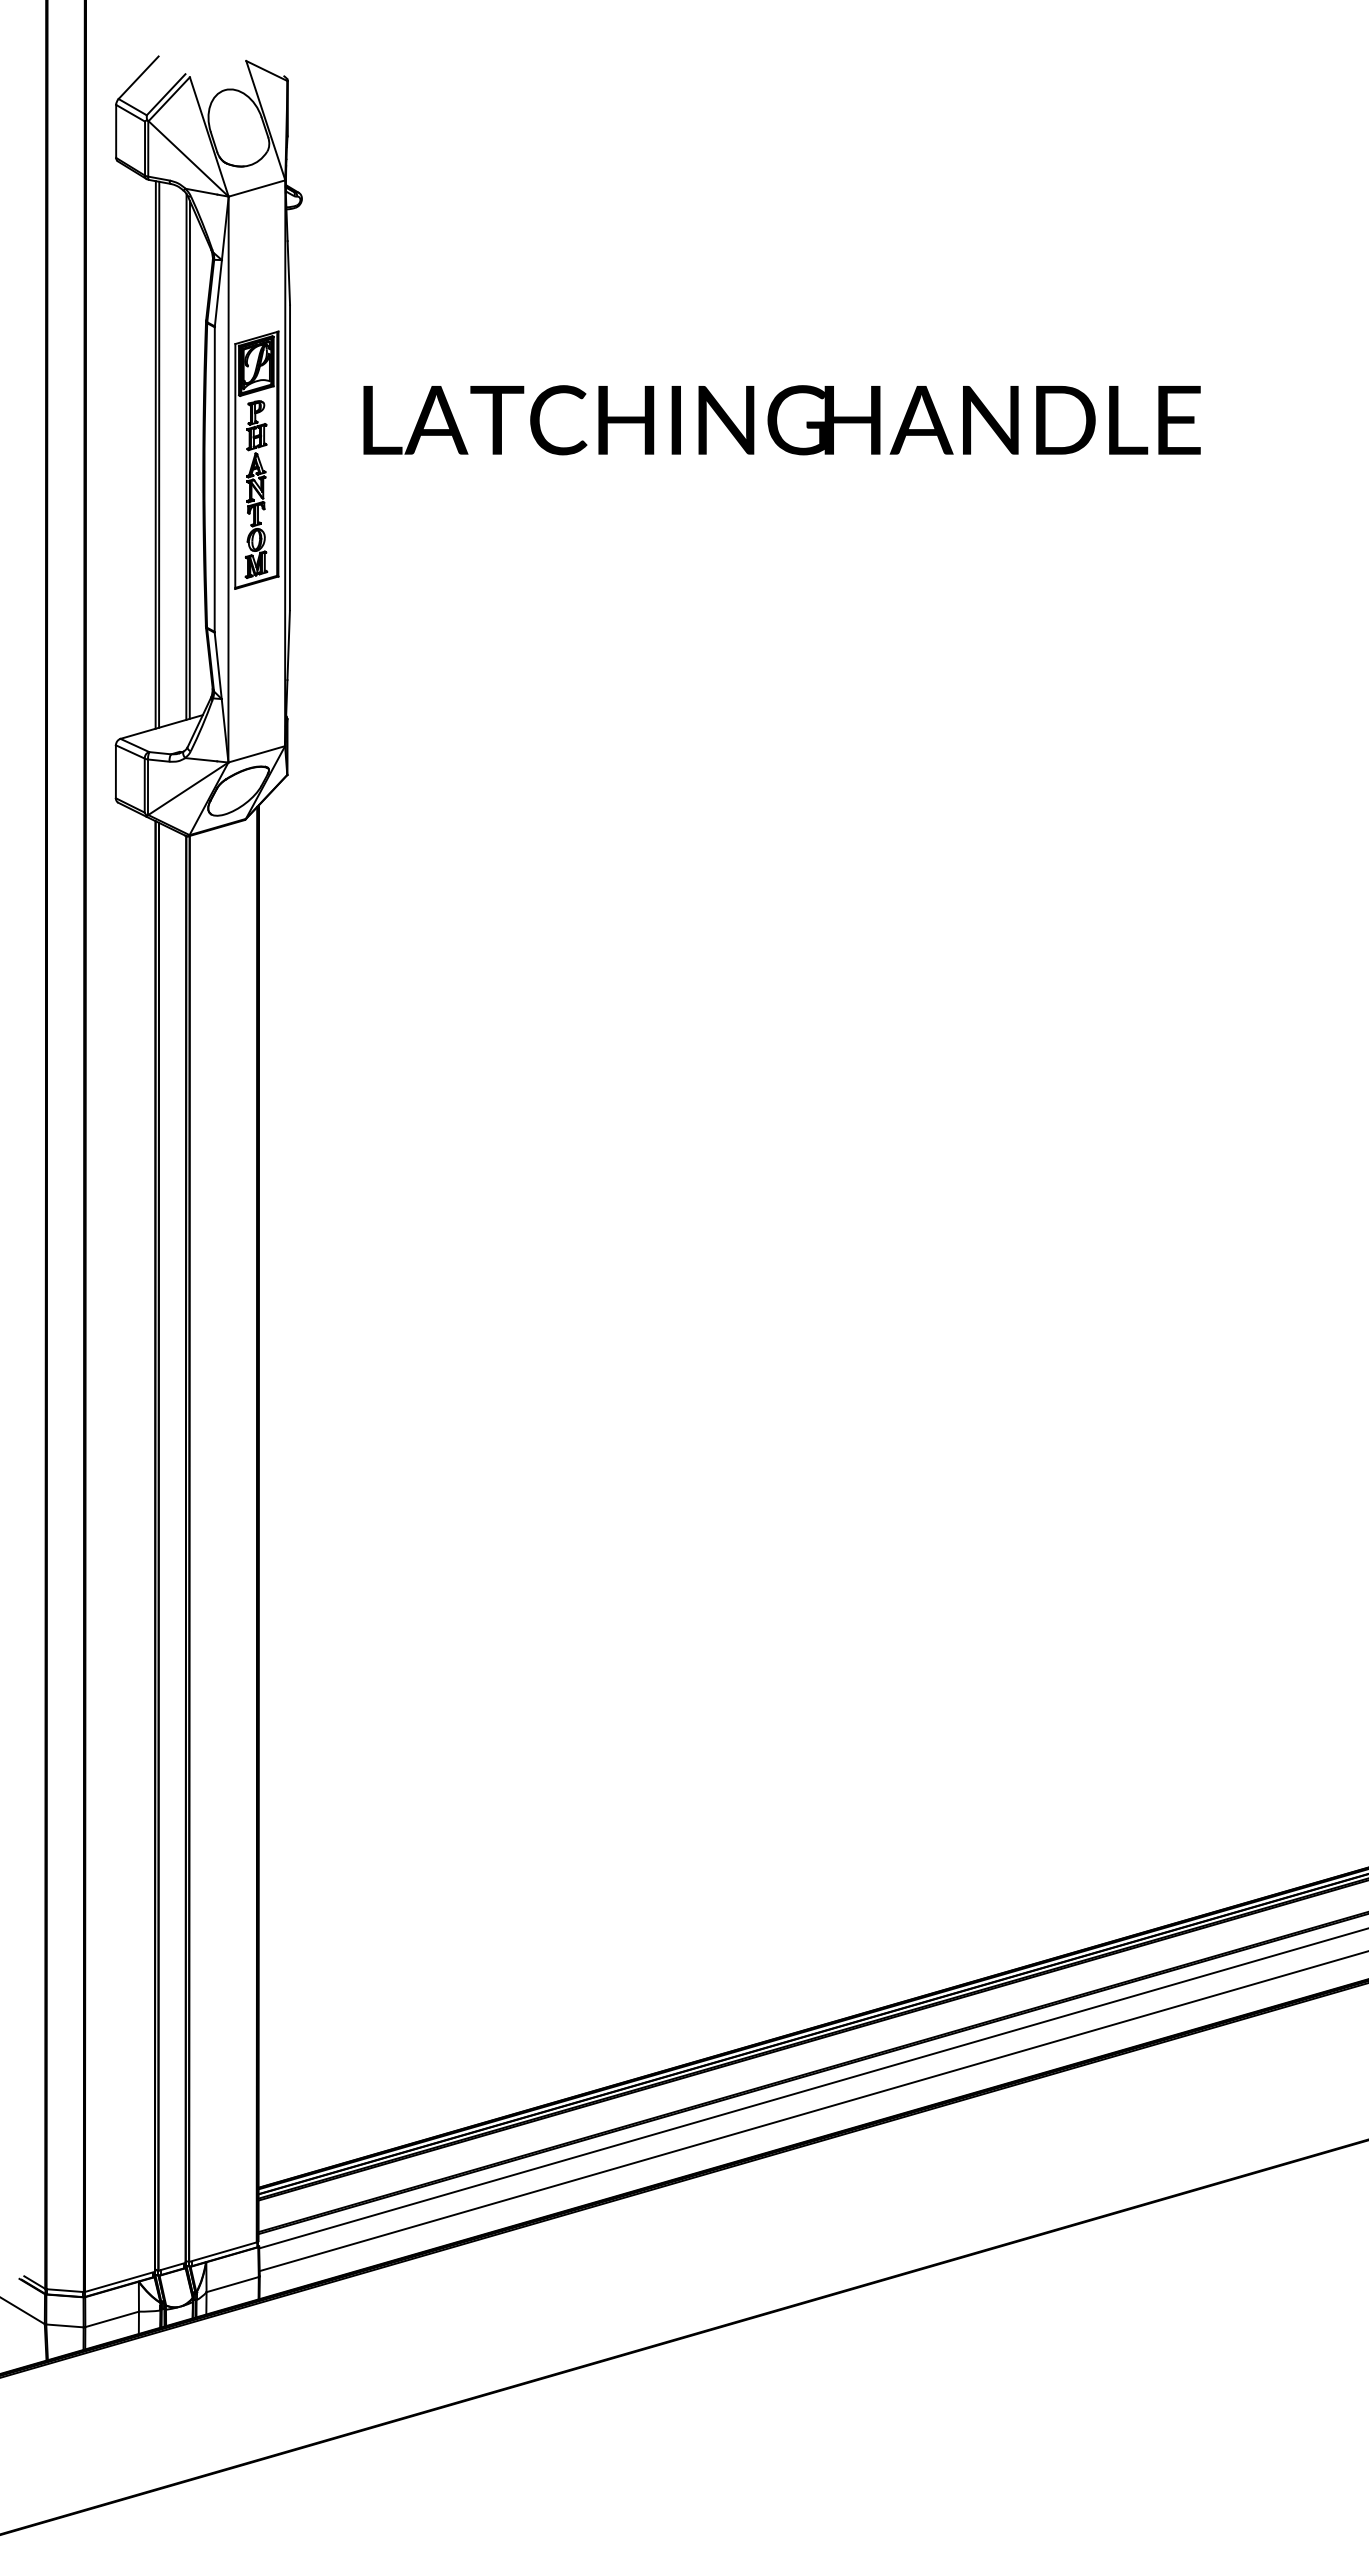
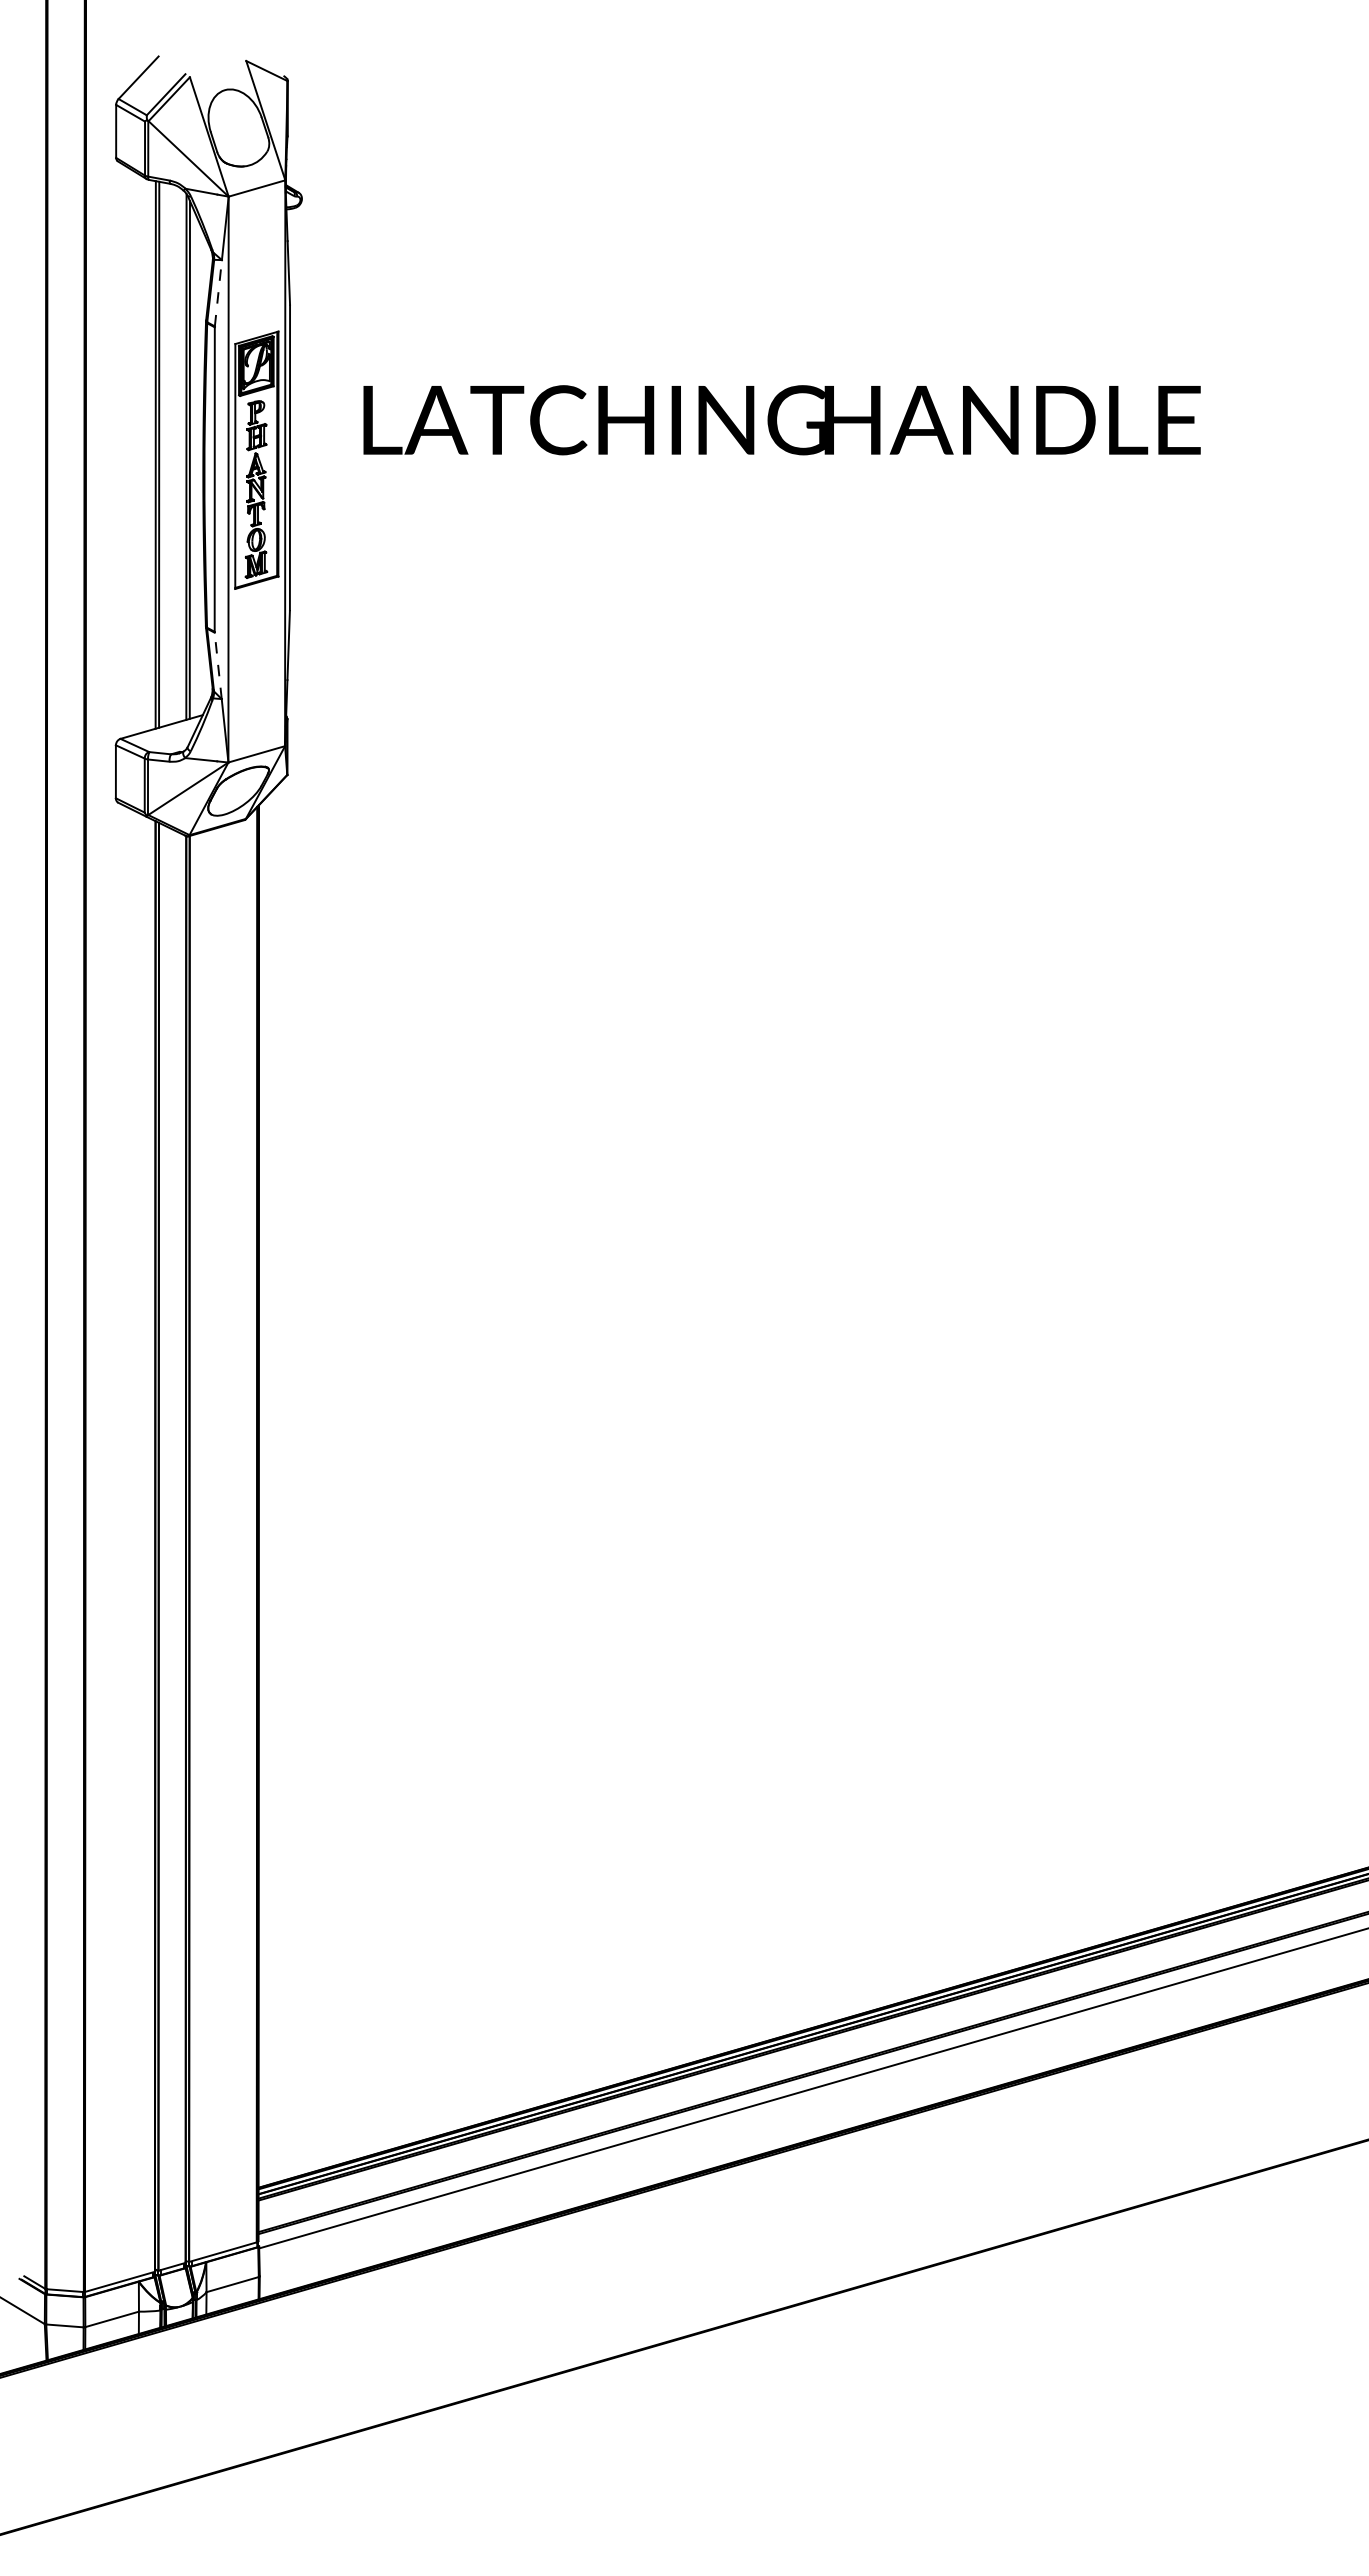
line at (218, 292): solid -> dashed
line at (218, 665): solid -> dashed
line at (812, 2111): present -> none
